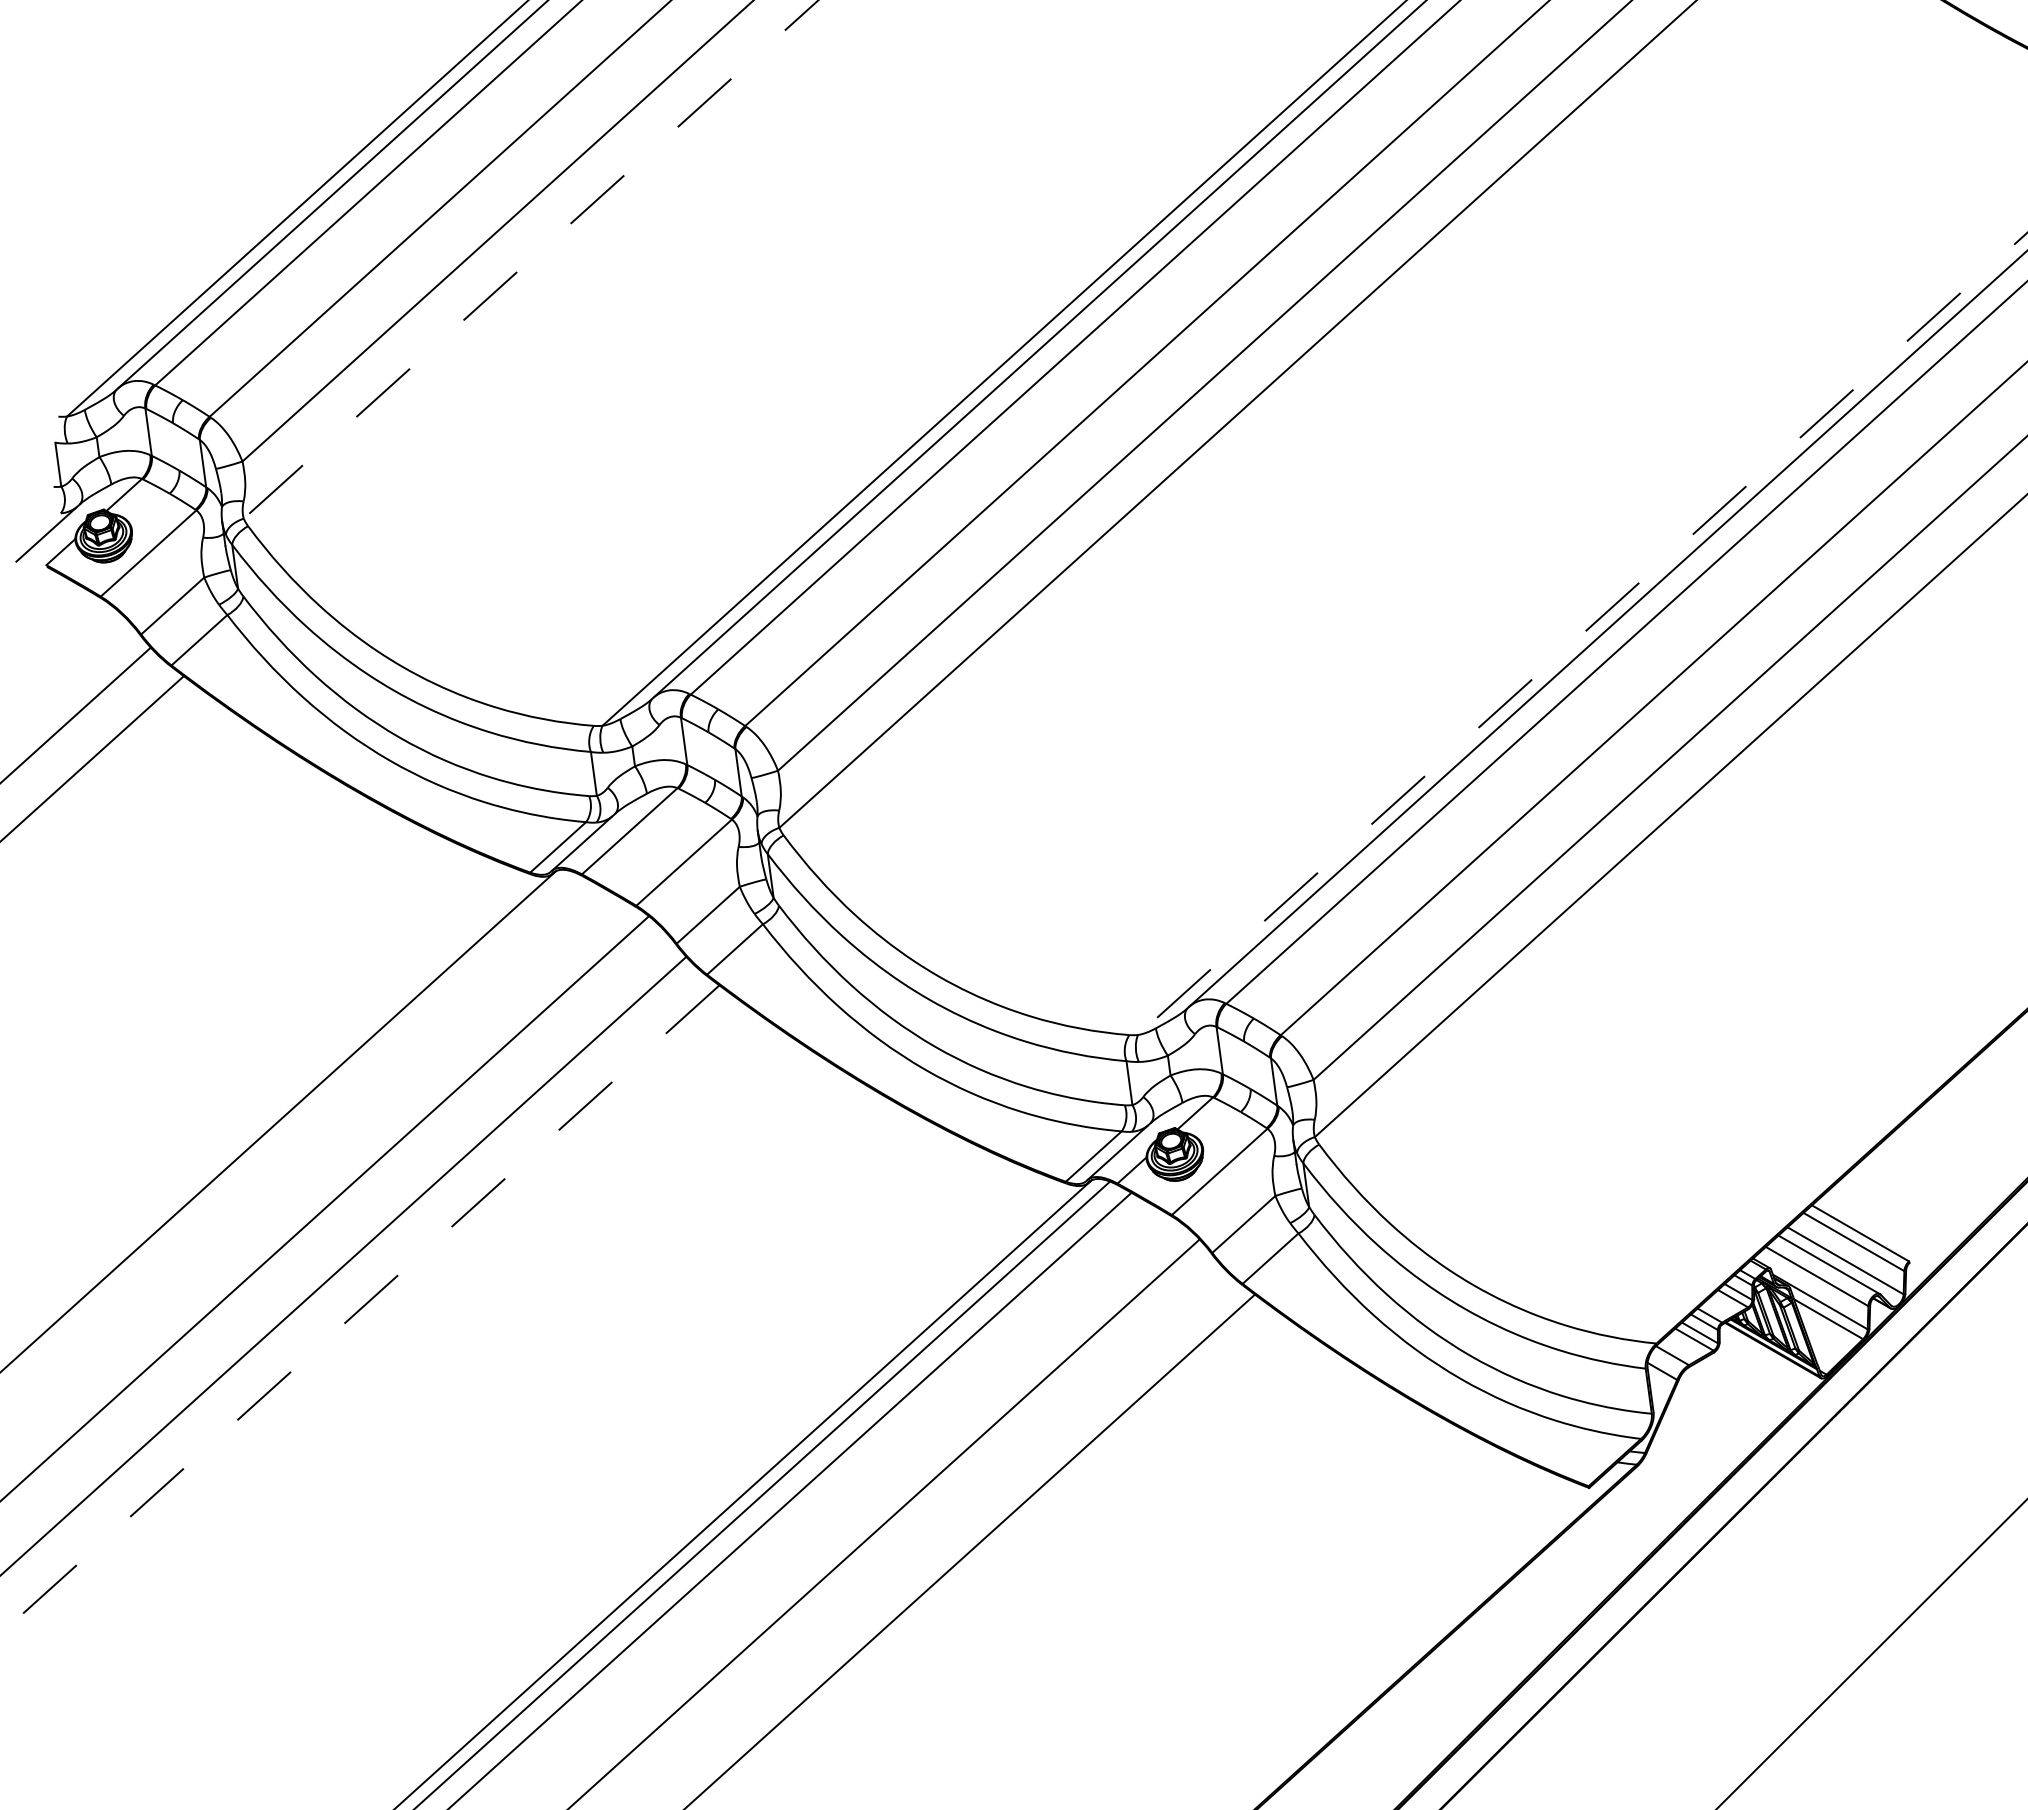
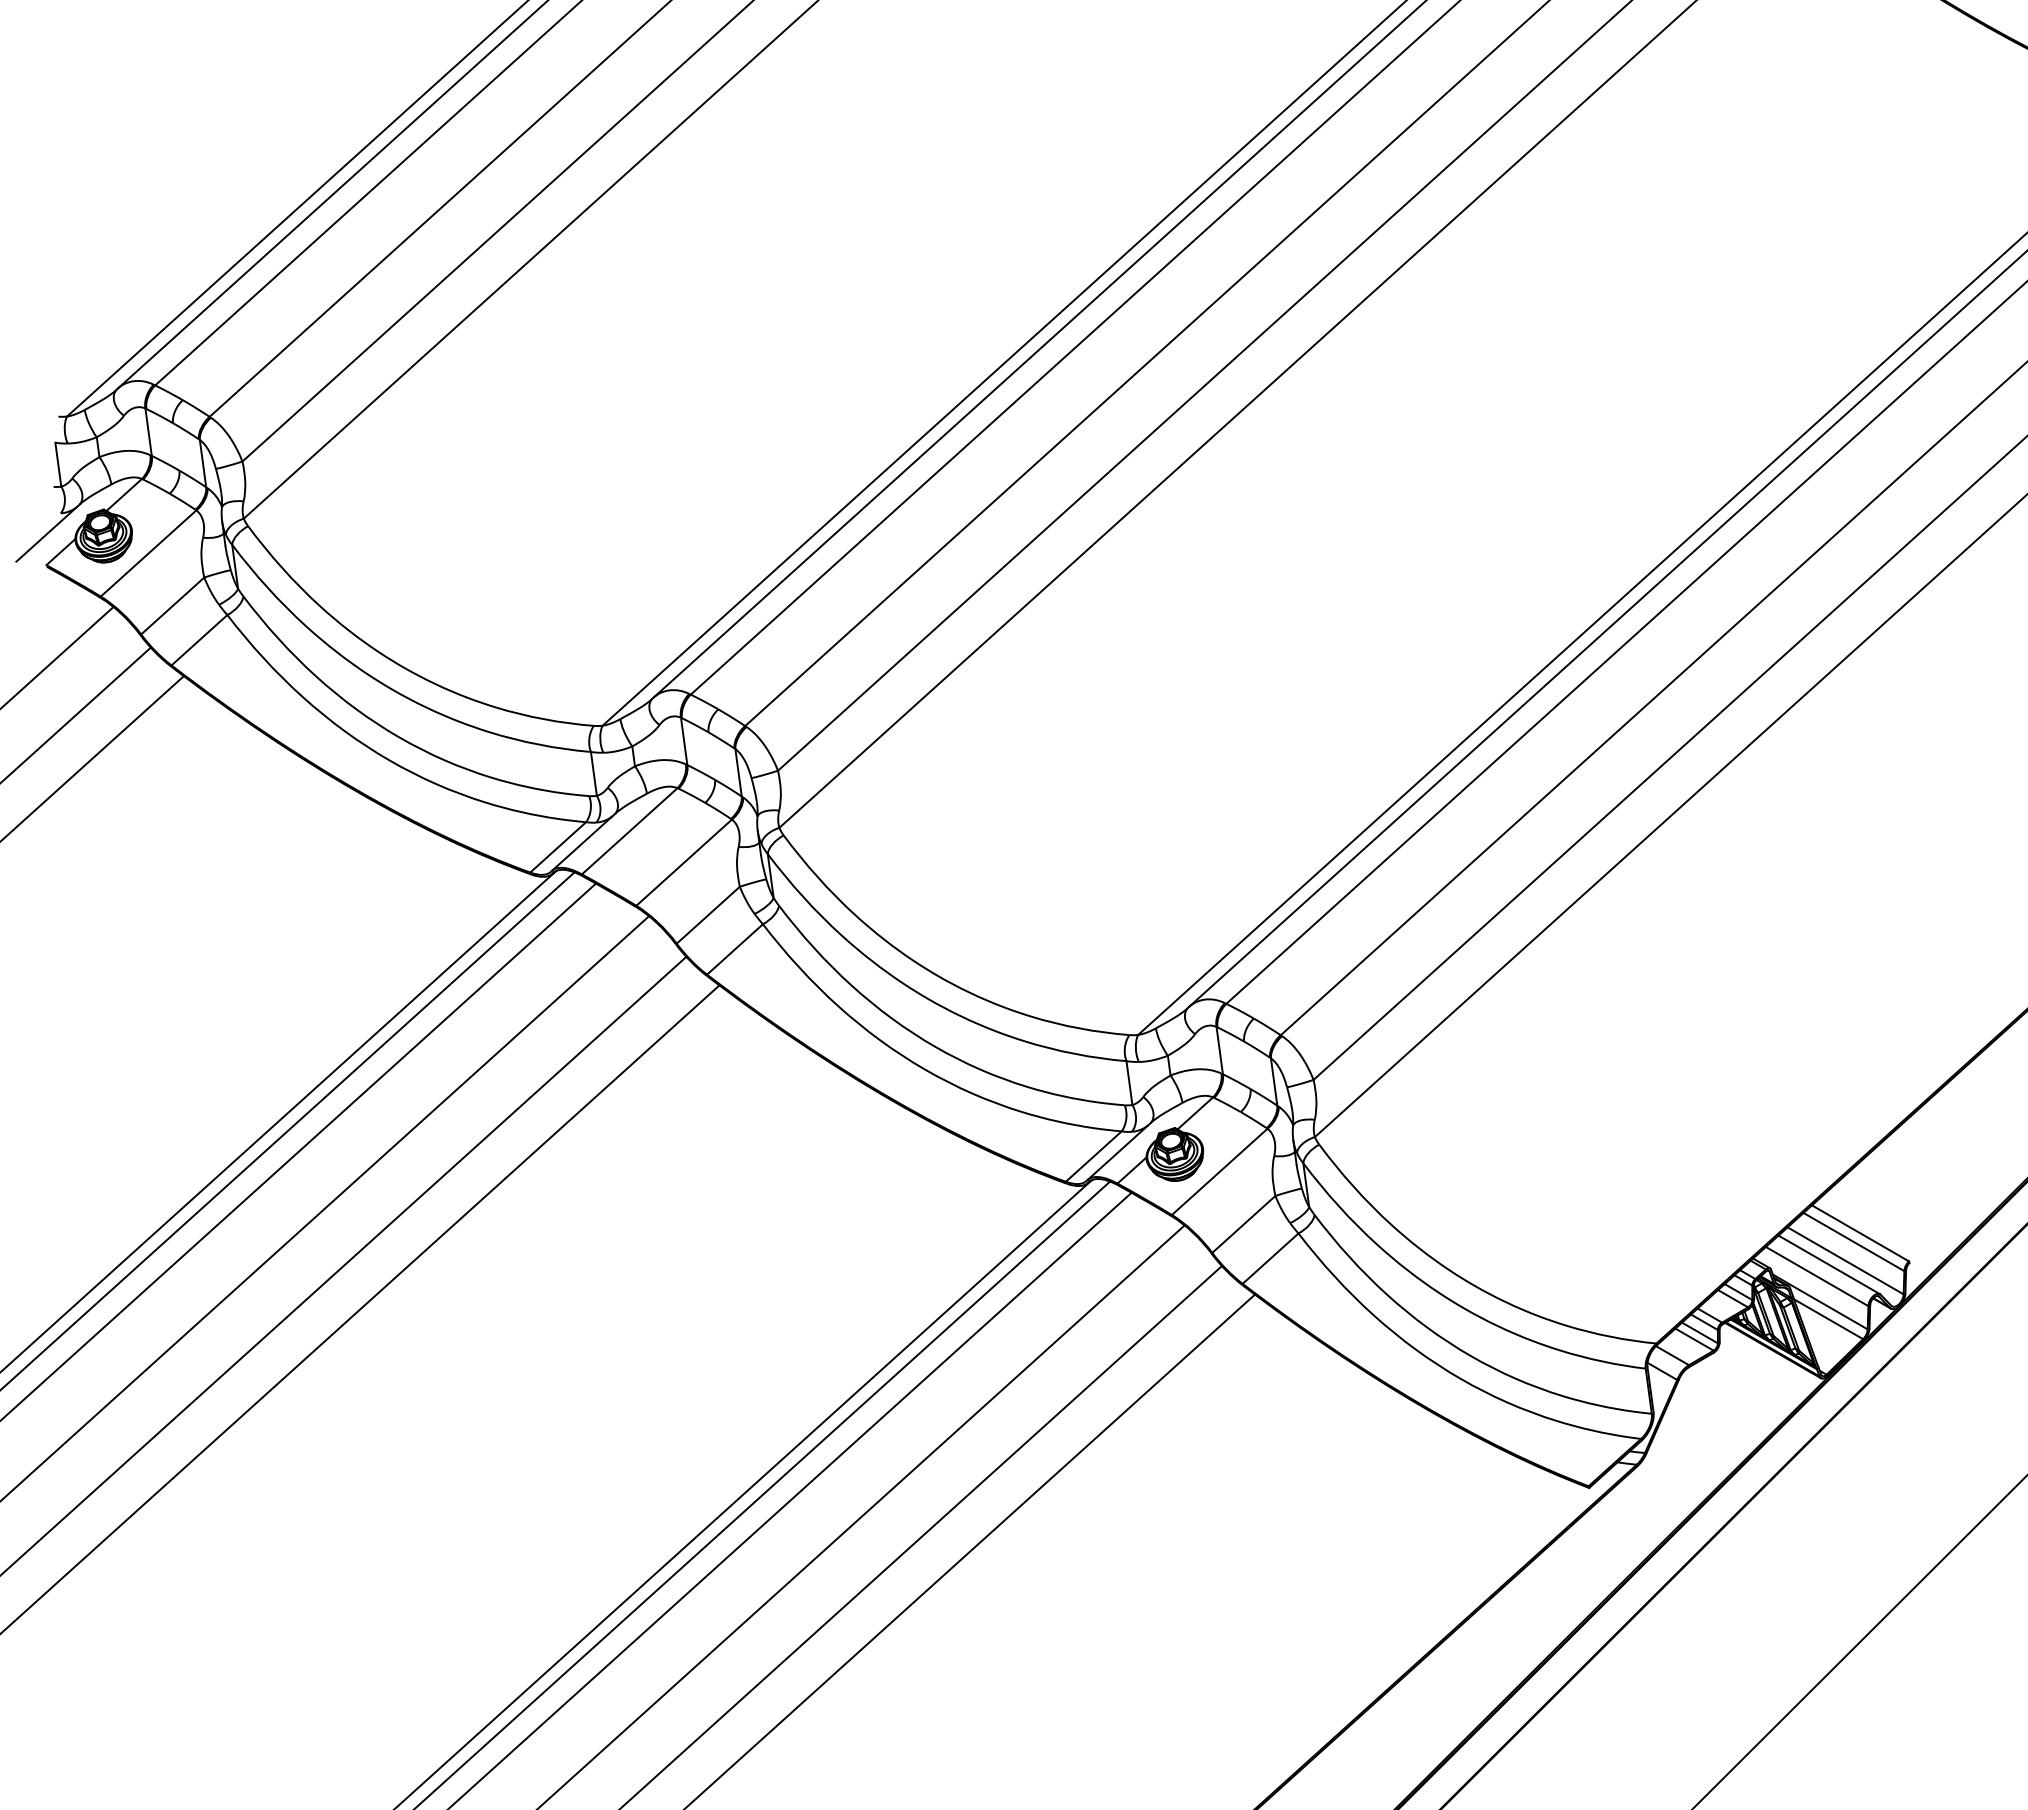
line at (531, 259): dashed -> solid
line at (1582, 633): dashed -> solid
line at (57, 656): none -> present
line at (288, 1130): none -> present
line at (299, 1150): none -> present
line at (360, 1309): dashed -> solid
line at (884, 1523) position: (884, 1523) -> (862, 1515)
line at (921, 1536): none -> present
line at (1871, 1653) position: (1871, 1653) -> (1859, 1641)
